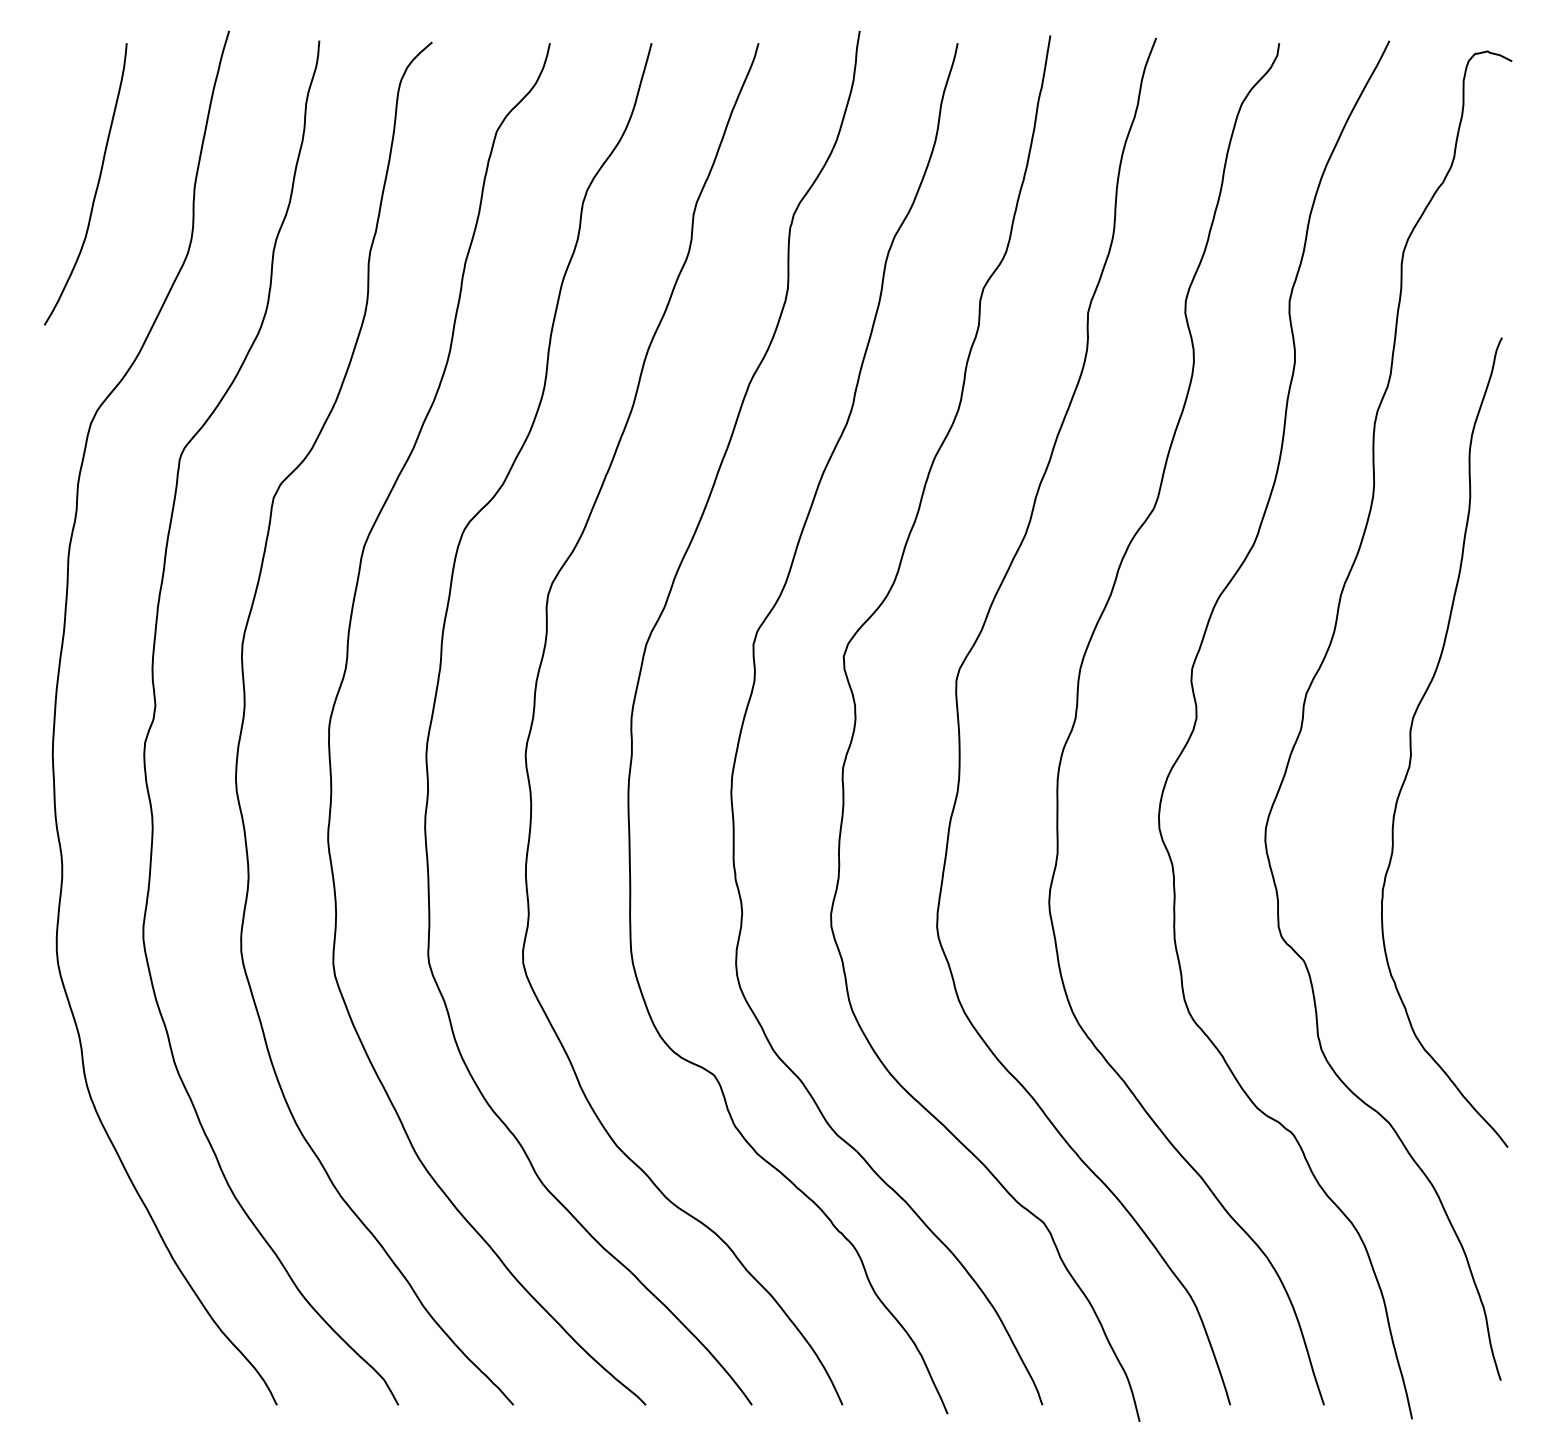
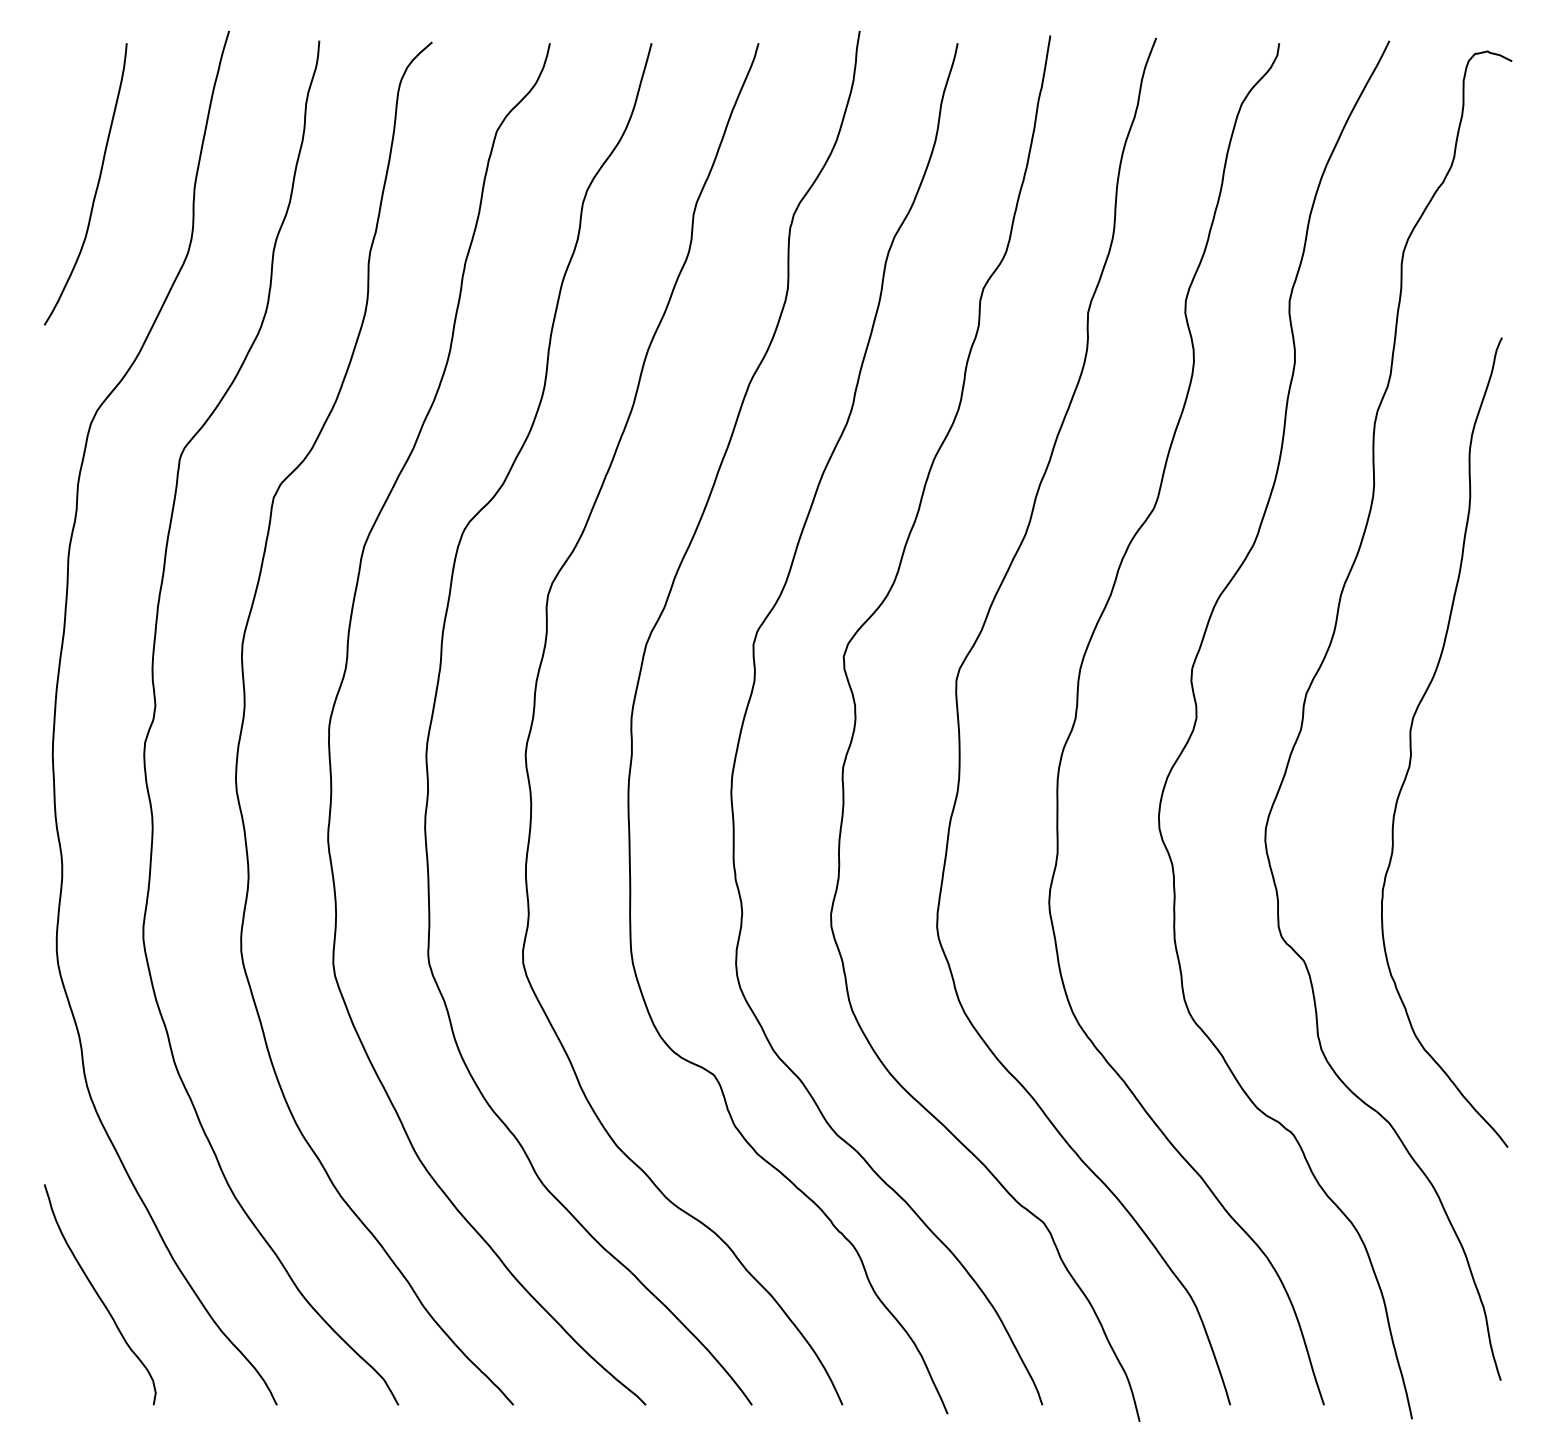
curve at (98, 1294): none -> present
